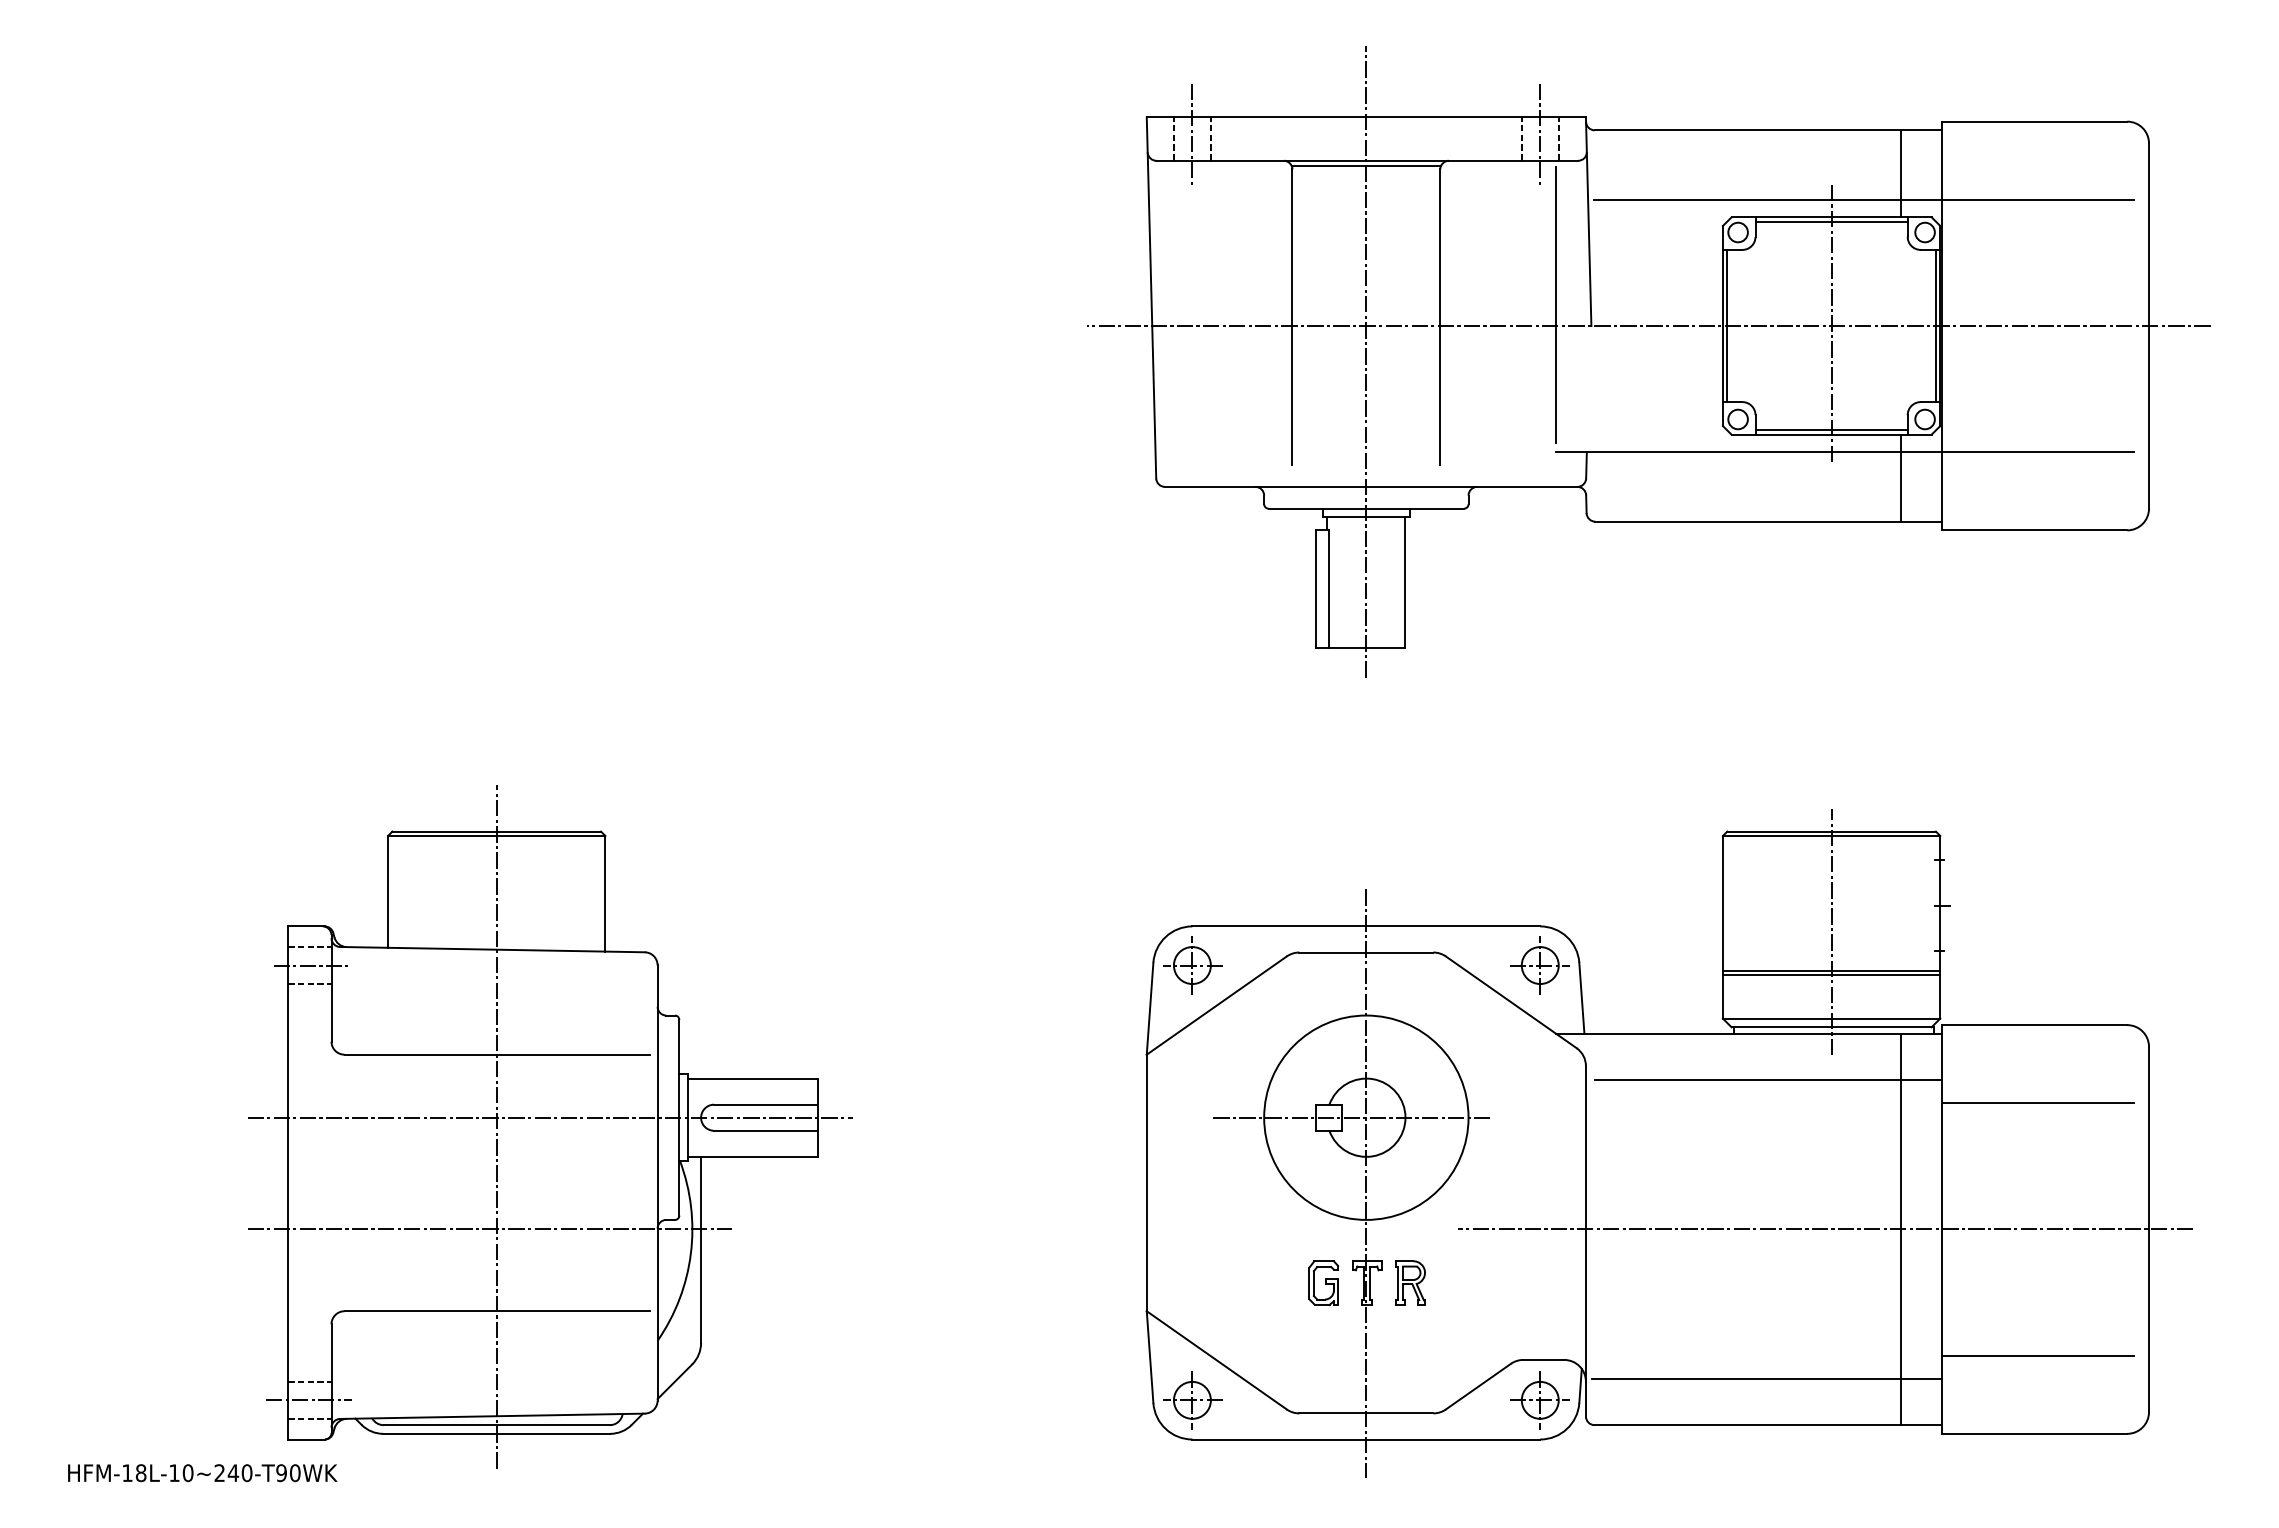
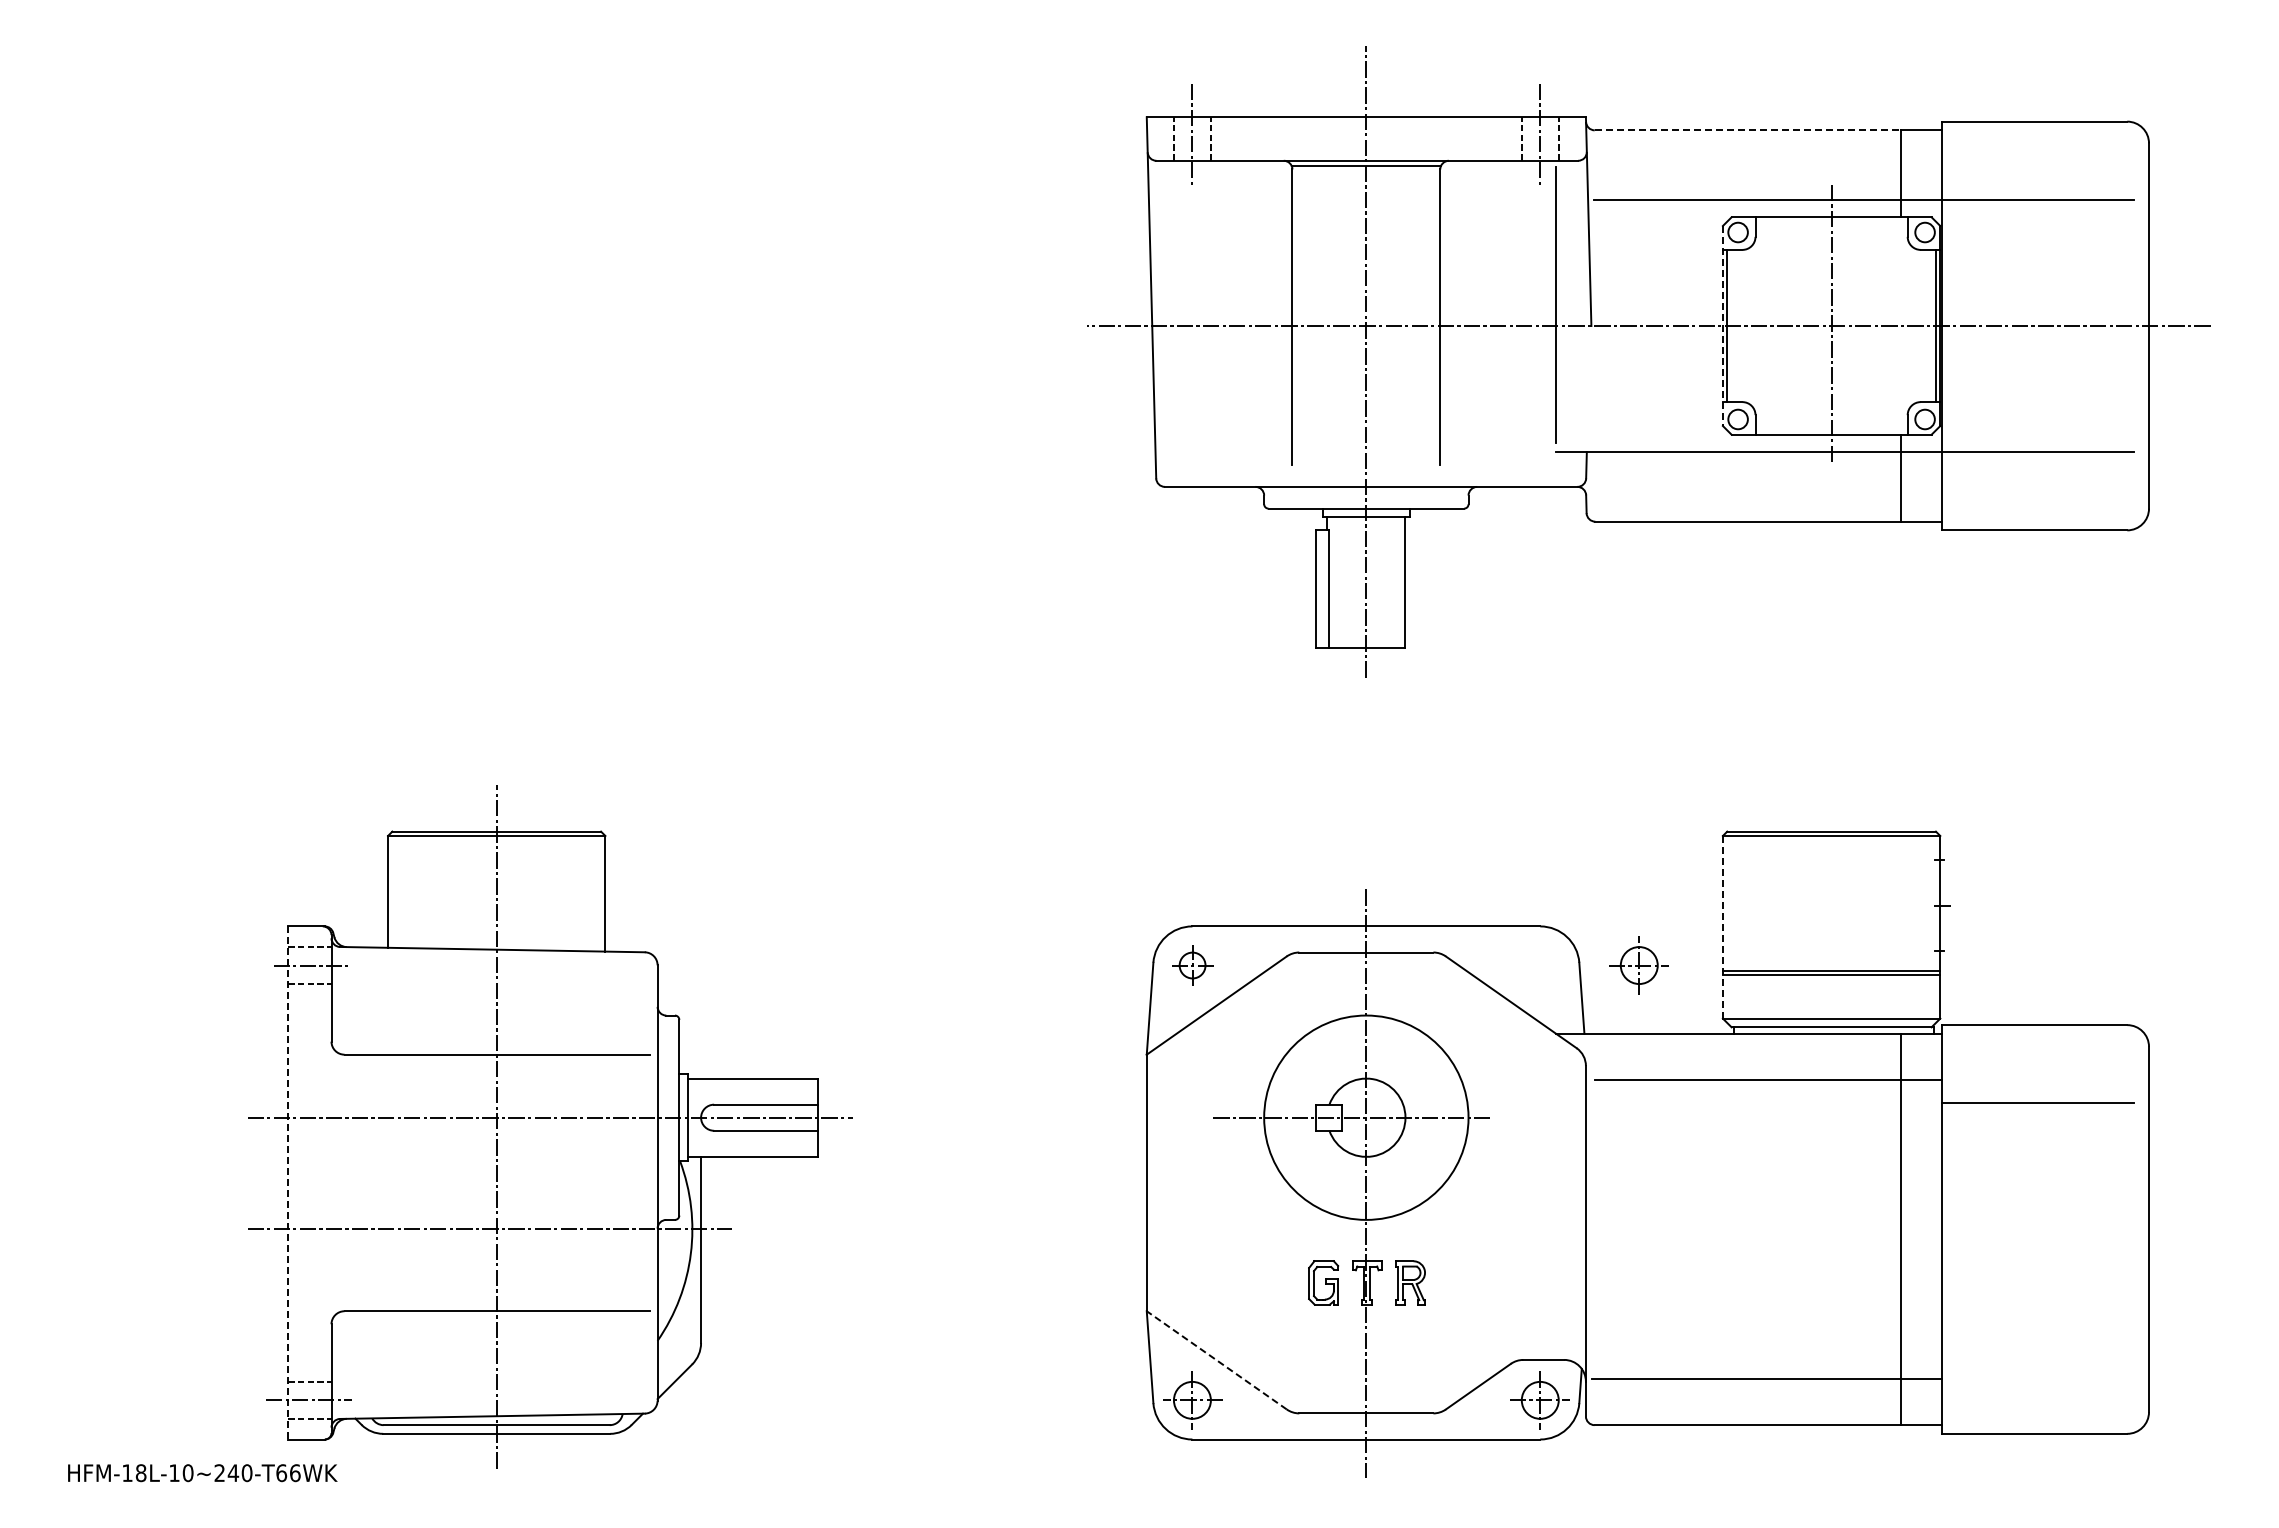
line at (1748, 130): solid -> dashed
line at (1831, 221): present -> none
line at (1722, 326): solid -> dashed
line at (1831, 430): present -> none
line at (1722, 927): solid -> dashed
line at (1831, 931): present -> none
part at (1192, 965) size: 60x59 px -> 42x41 px
part at (1539, 965) position: (1539, 965) -> (1638, 965)
line at (288, 1182): solid -> dashed
line at (1825, 1229): present -> none
line at (2037, 1355): present -> none
line at (1216, 1360): solid -> dashed
text at (288, 1473): HFM-18L-10~240-T90WK -> HFM-18L-10~240-T66WK
